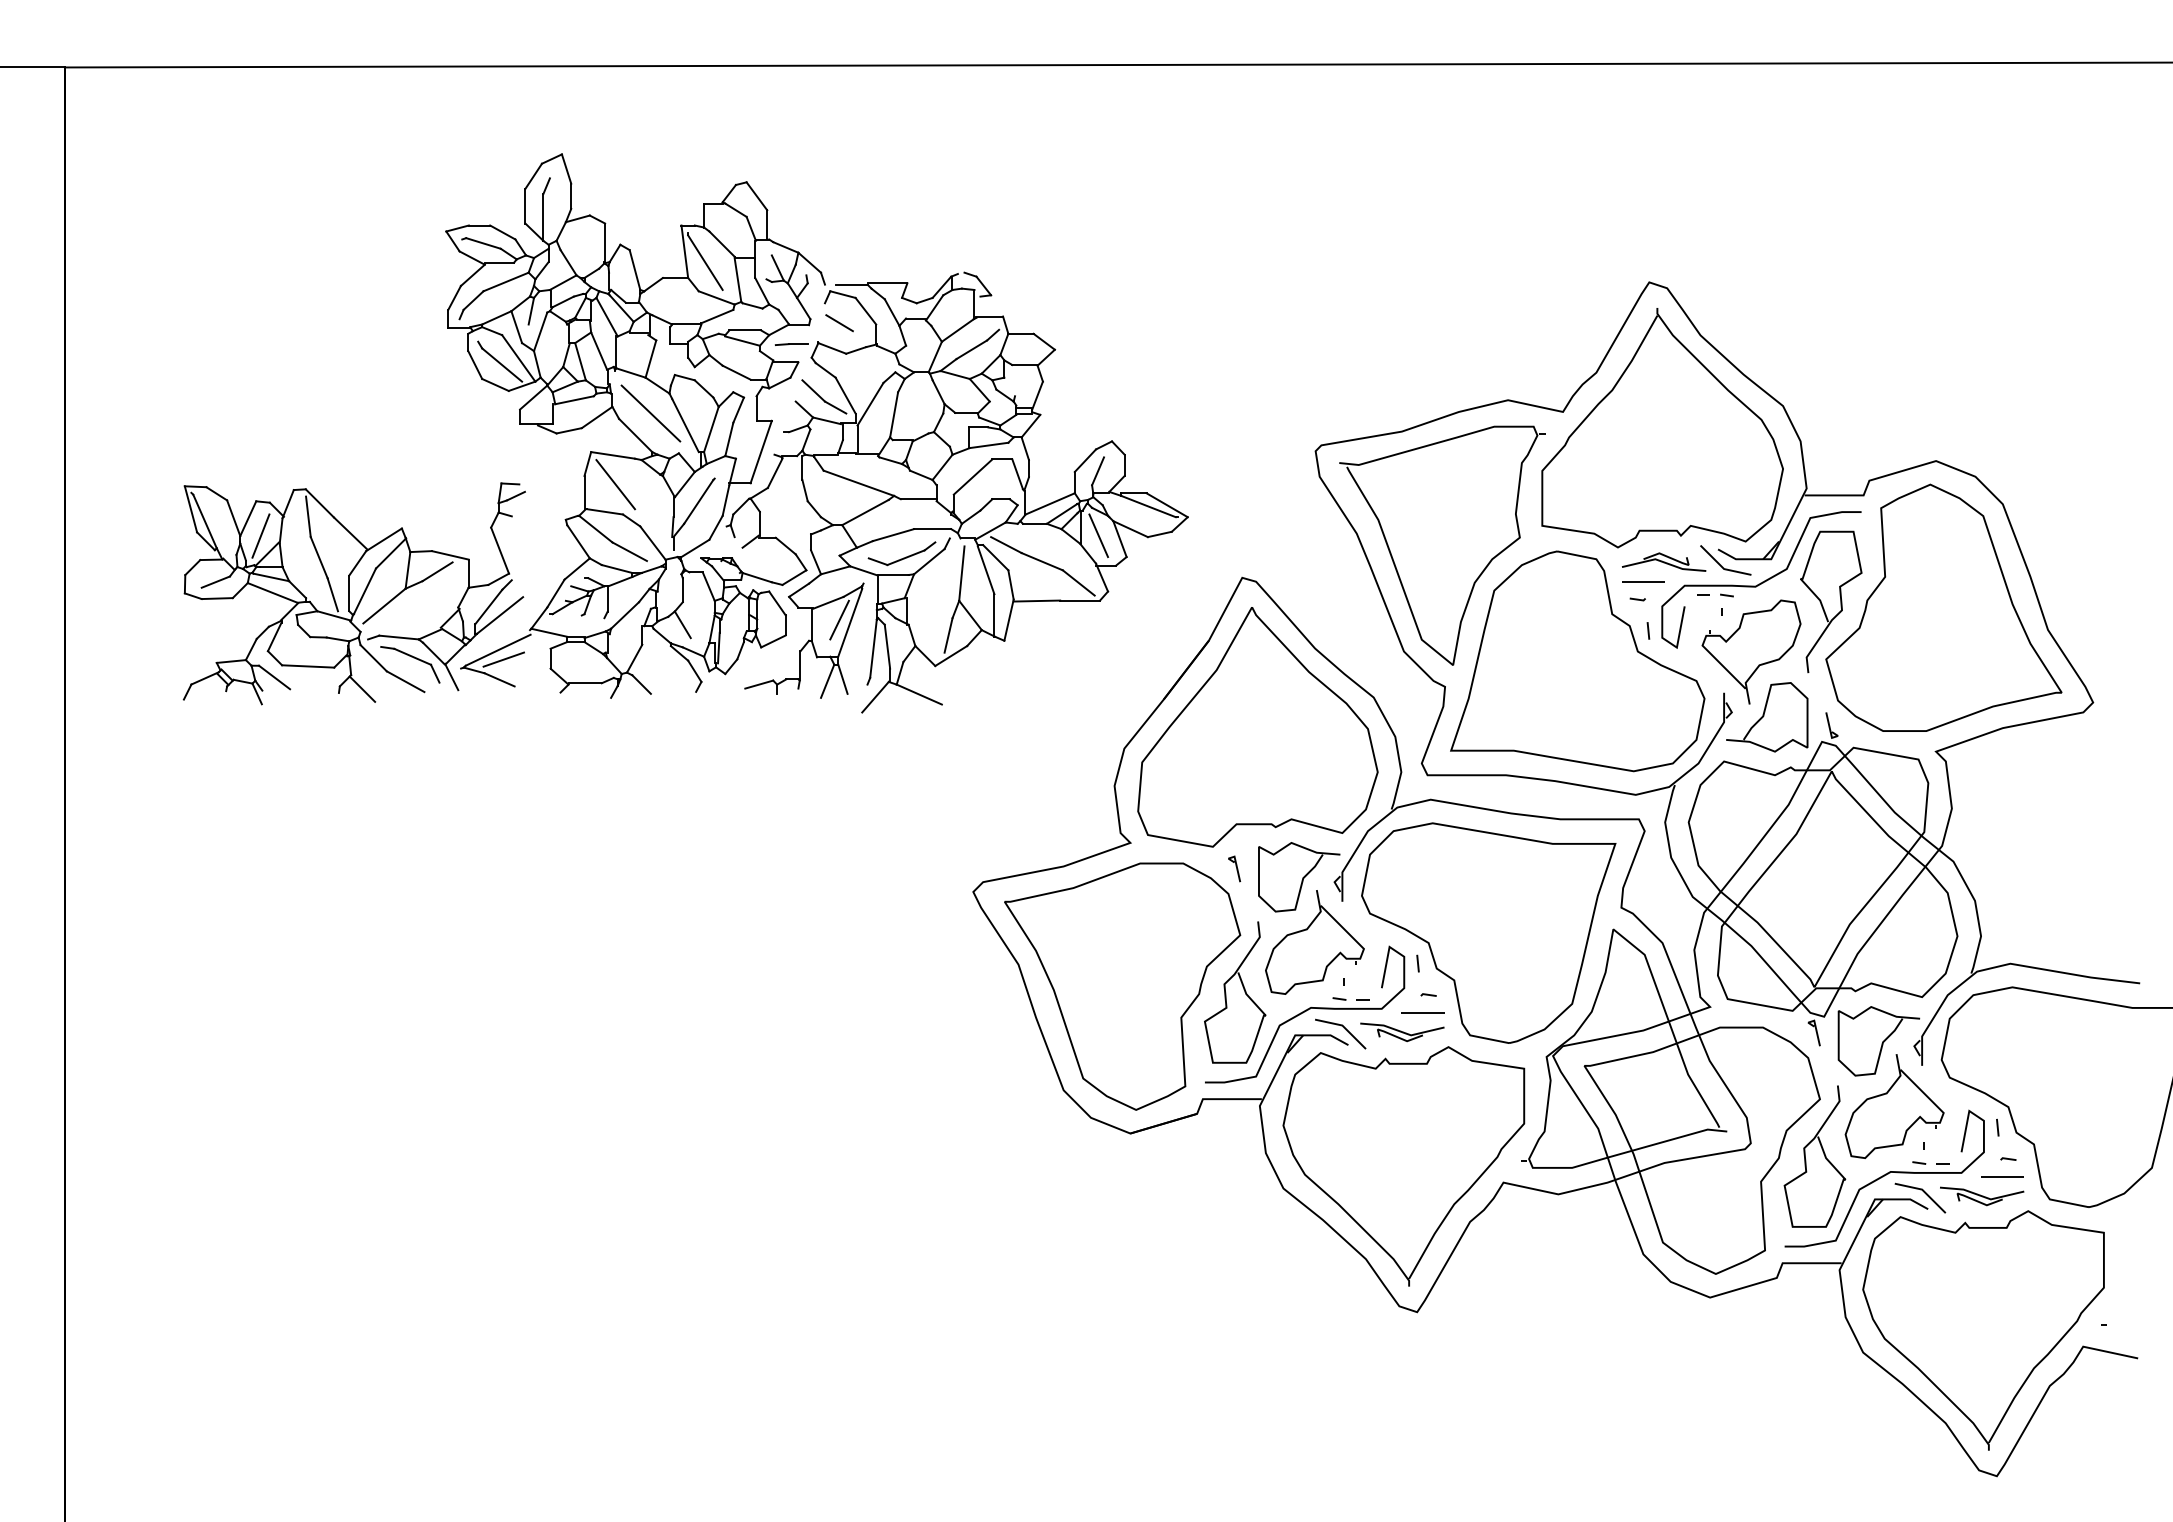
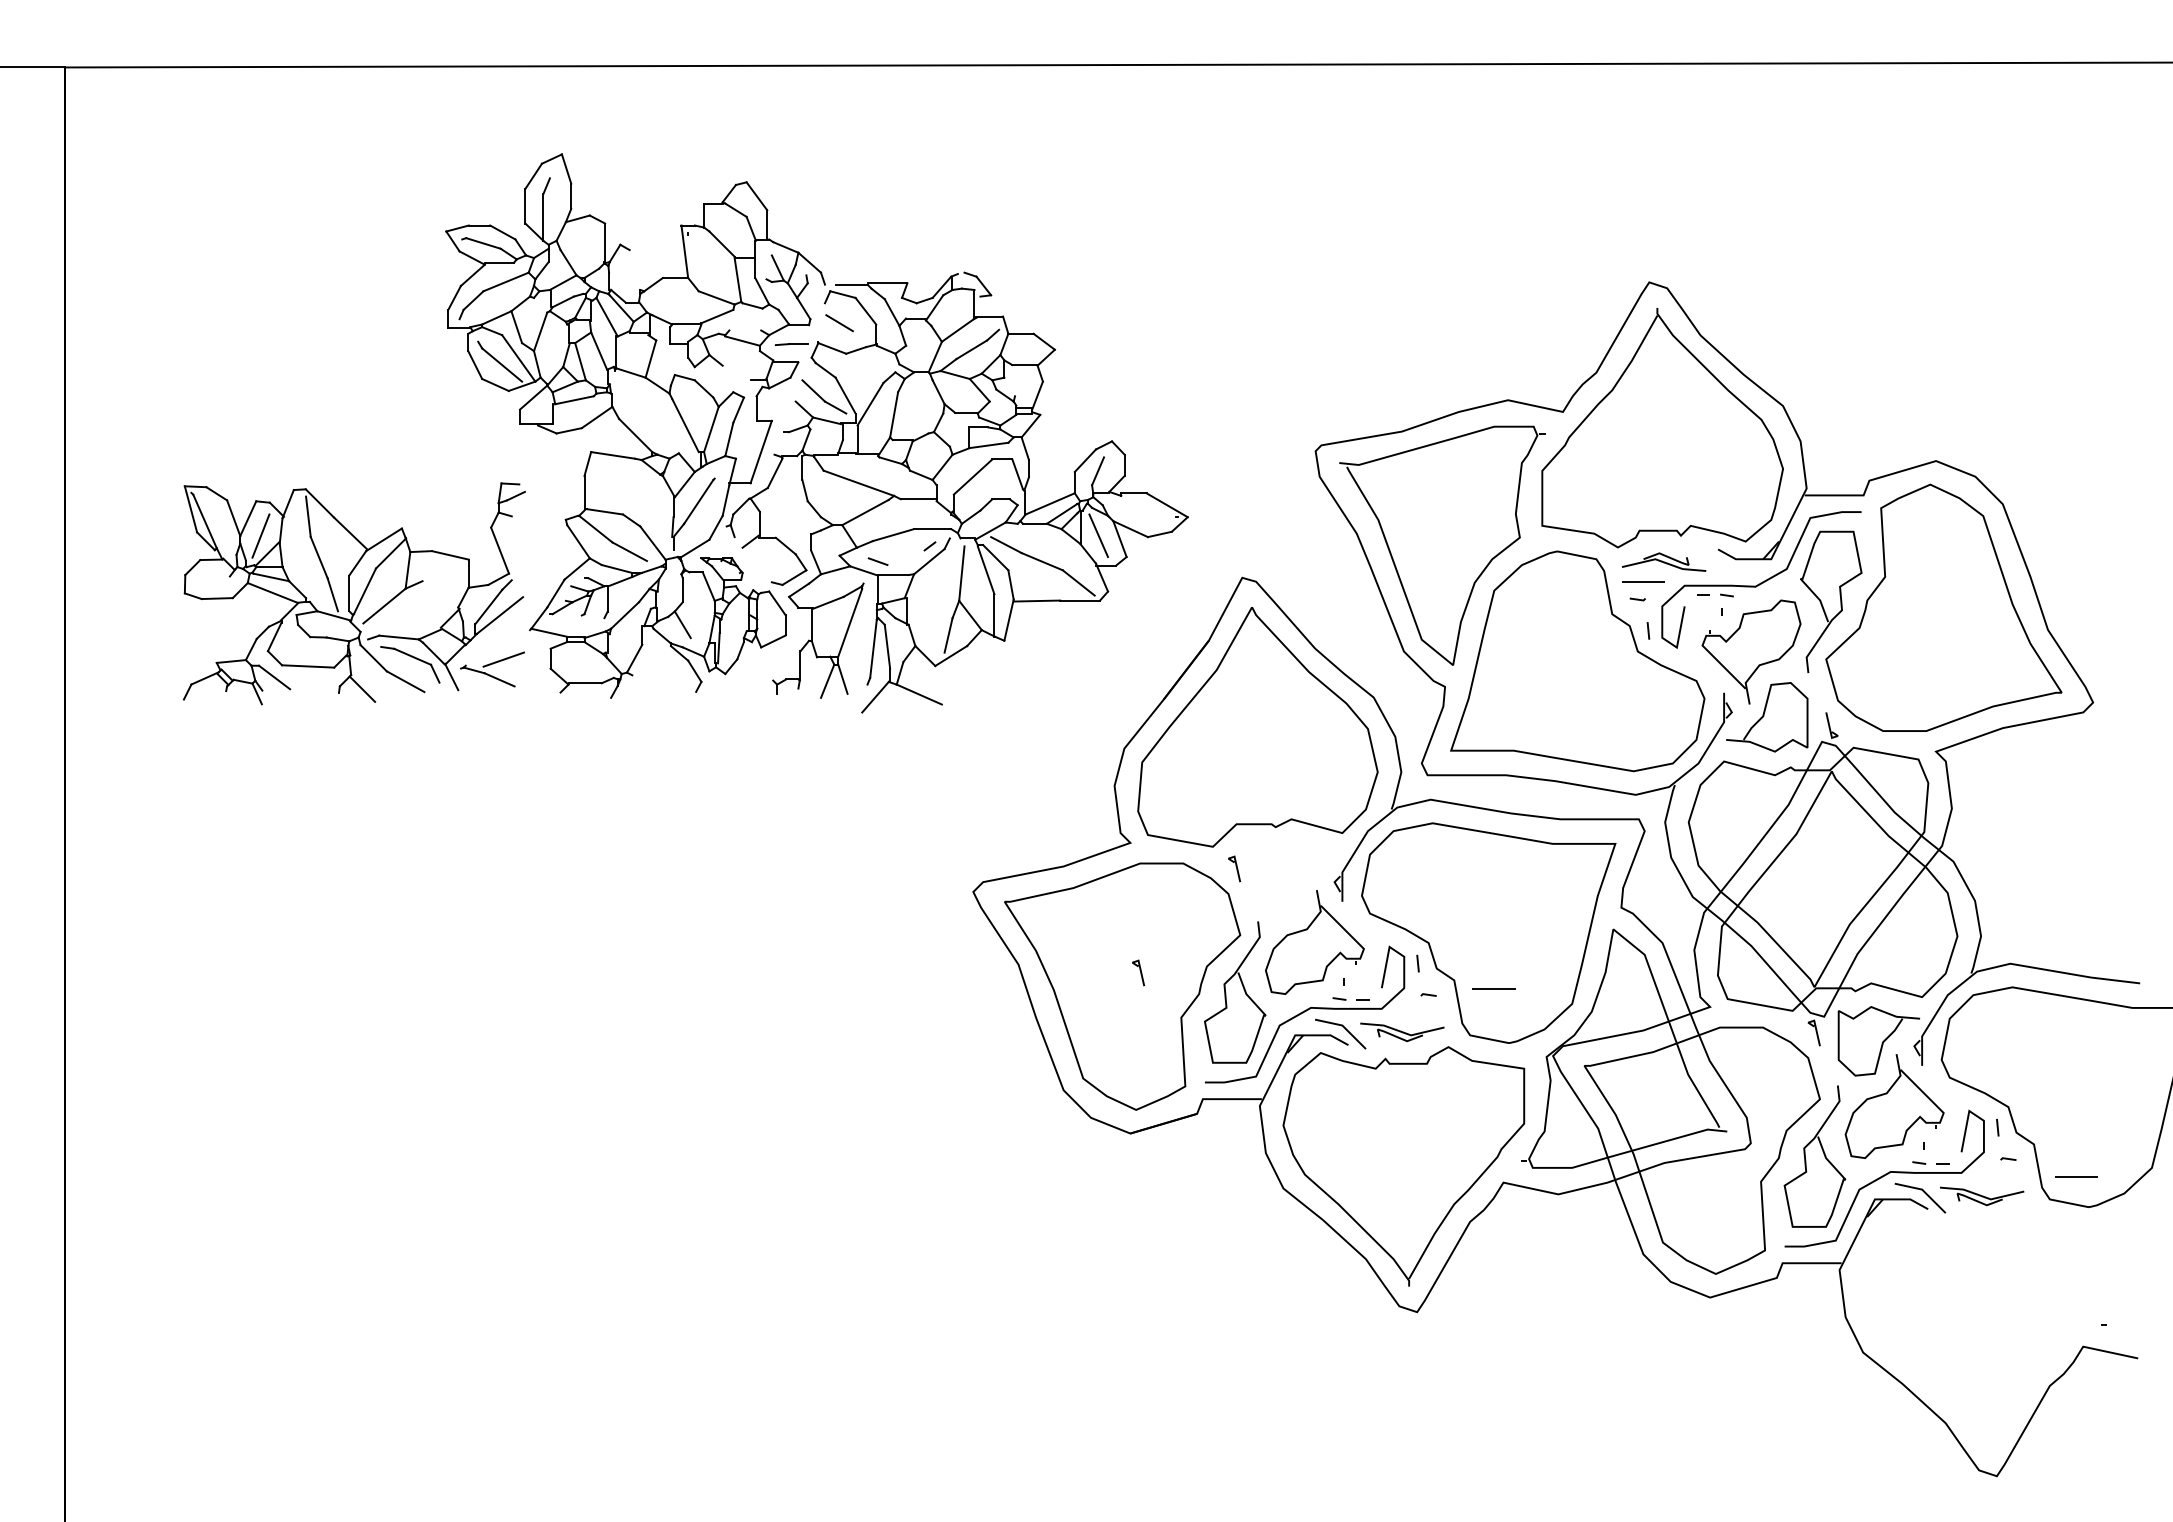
line at (705, 262): present -> none
line at (634, 269): present -> none
line at (531, 310): present -> none
line at (745, 330): present -> none
line at (736, 372): present -> none
line at (650, 413): present -> none
line at (615, 484): present -> none
line at (1148, 506): present -> none
line at (905, 557): present -> none
line at (1720, 564): present -> none
line at (437, 571): present -> none
line at (756, 577): present -> none
line at (215, 581): present -> none
line at (839, 619): present -> none
line at (497, 649): present -> none
line at (641, 684): present -> none
line at (759, 684): present -> none
curve at (1302, 877): present -> none
line at (1140, 972): none -> present
line at (1422, 1012) position: (1422, 1012) -> (1493, 988)
line at (2002, 1176) position: (2002, 1176) -> (2076, 1176)
curve at (2032, 1368): present -> none
